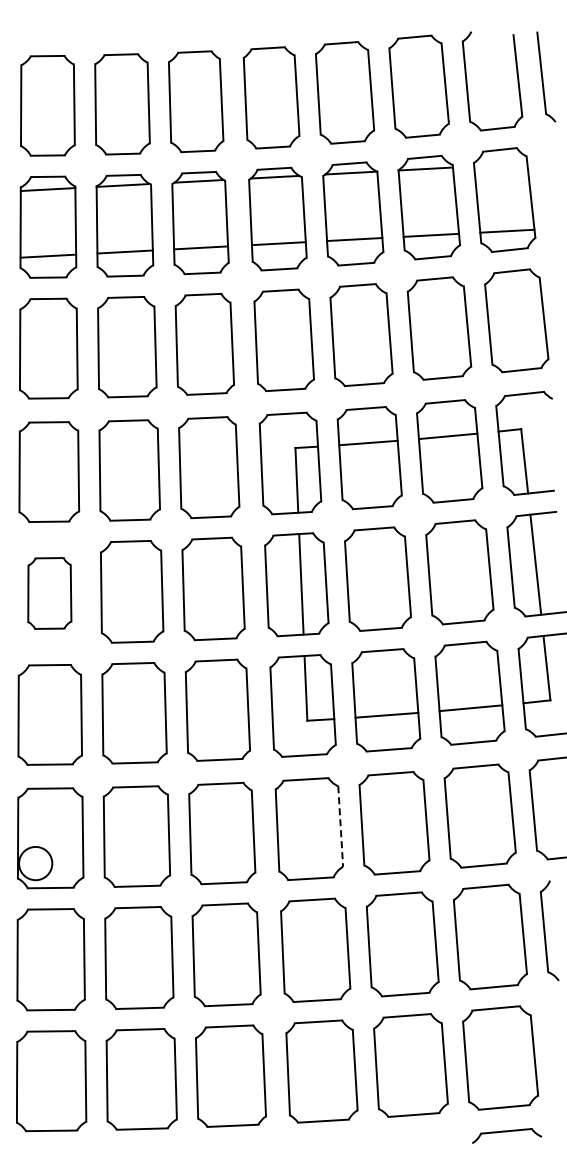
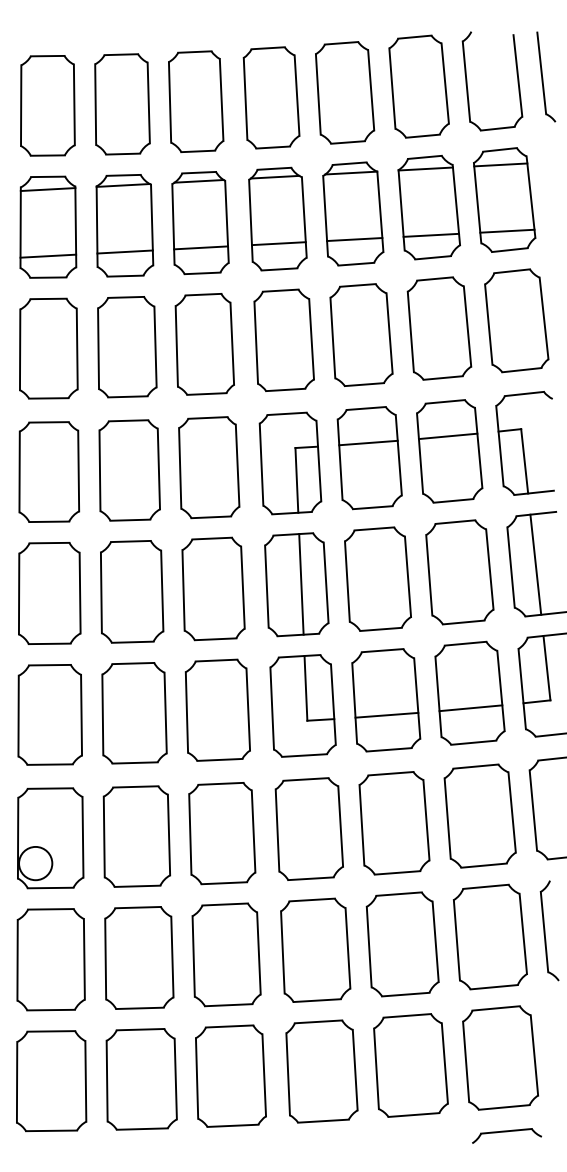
line at (500, 164): none -> present
part at (49, 593) size: 46x73 px -> 64x103 px
line at (340, 827): dashed -> solid
